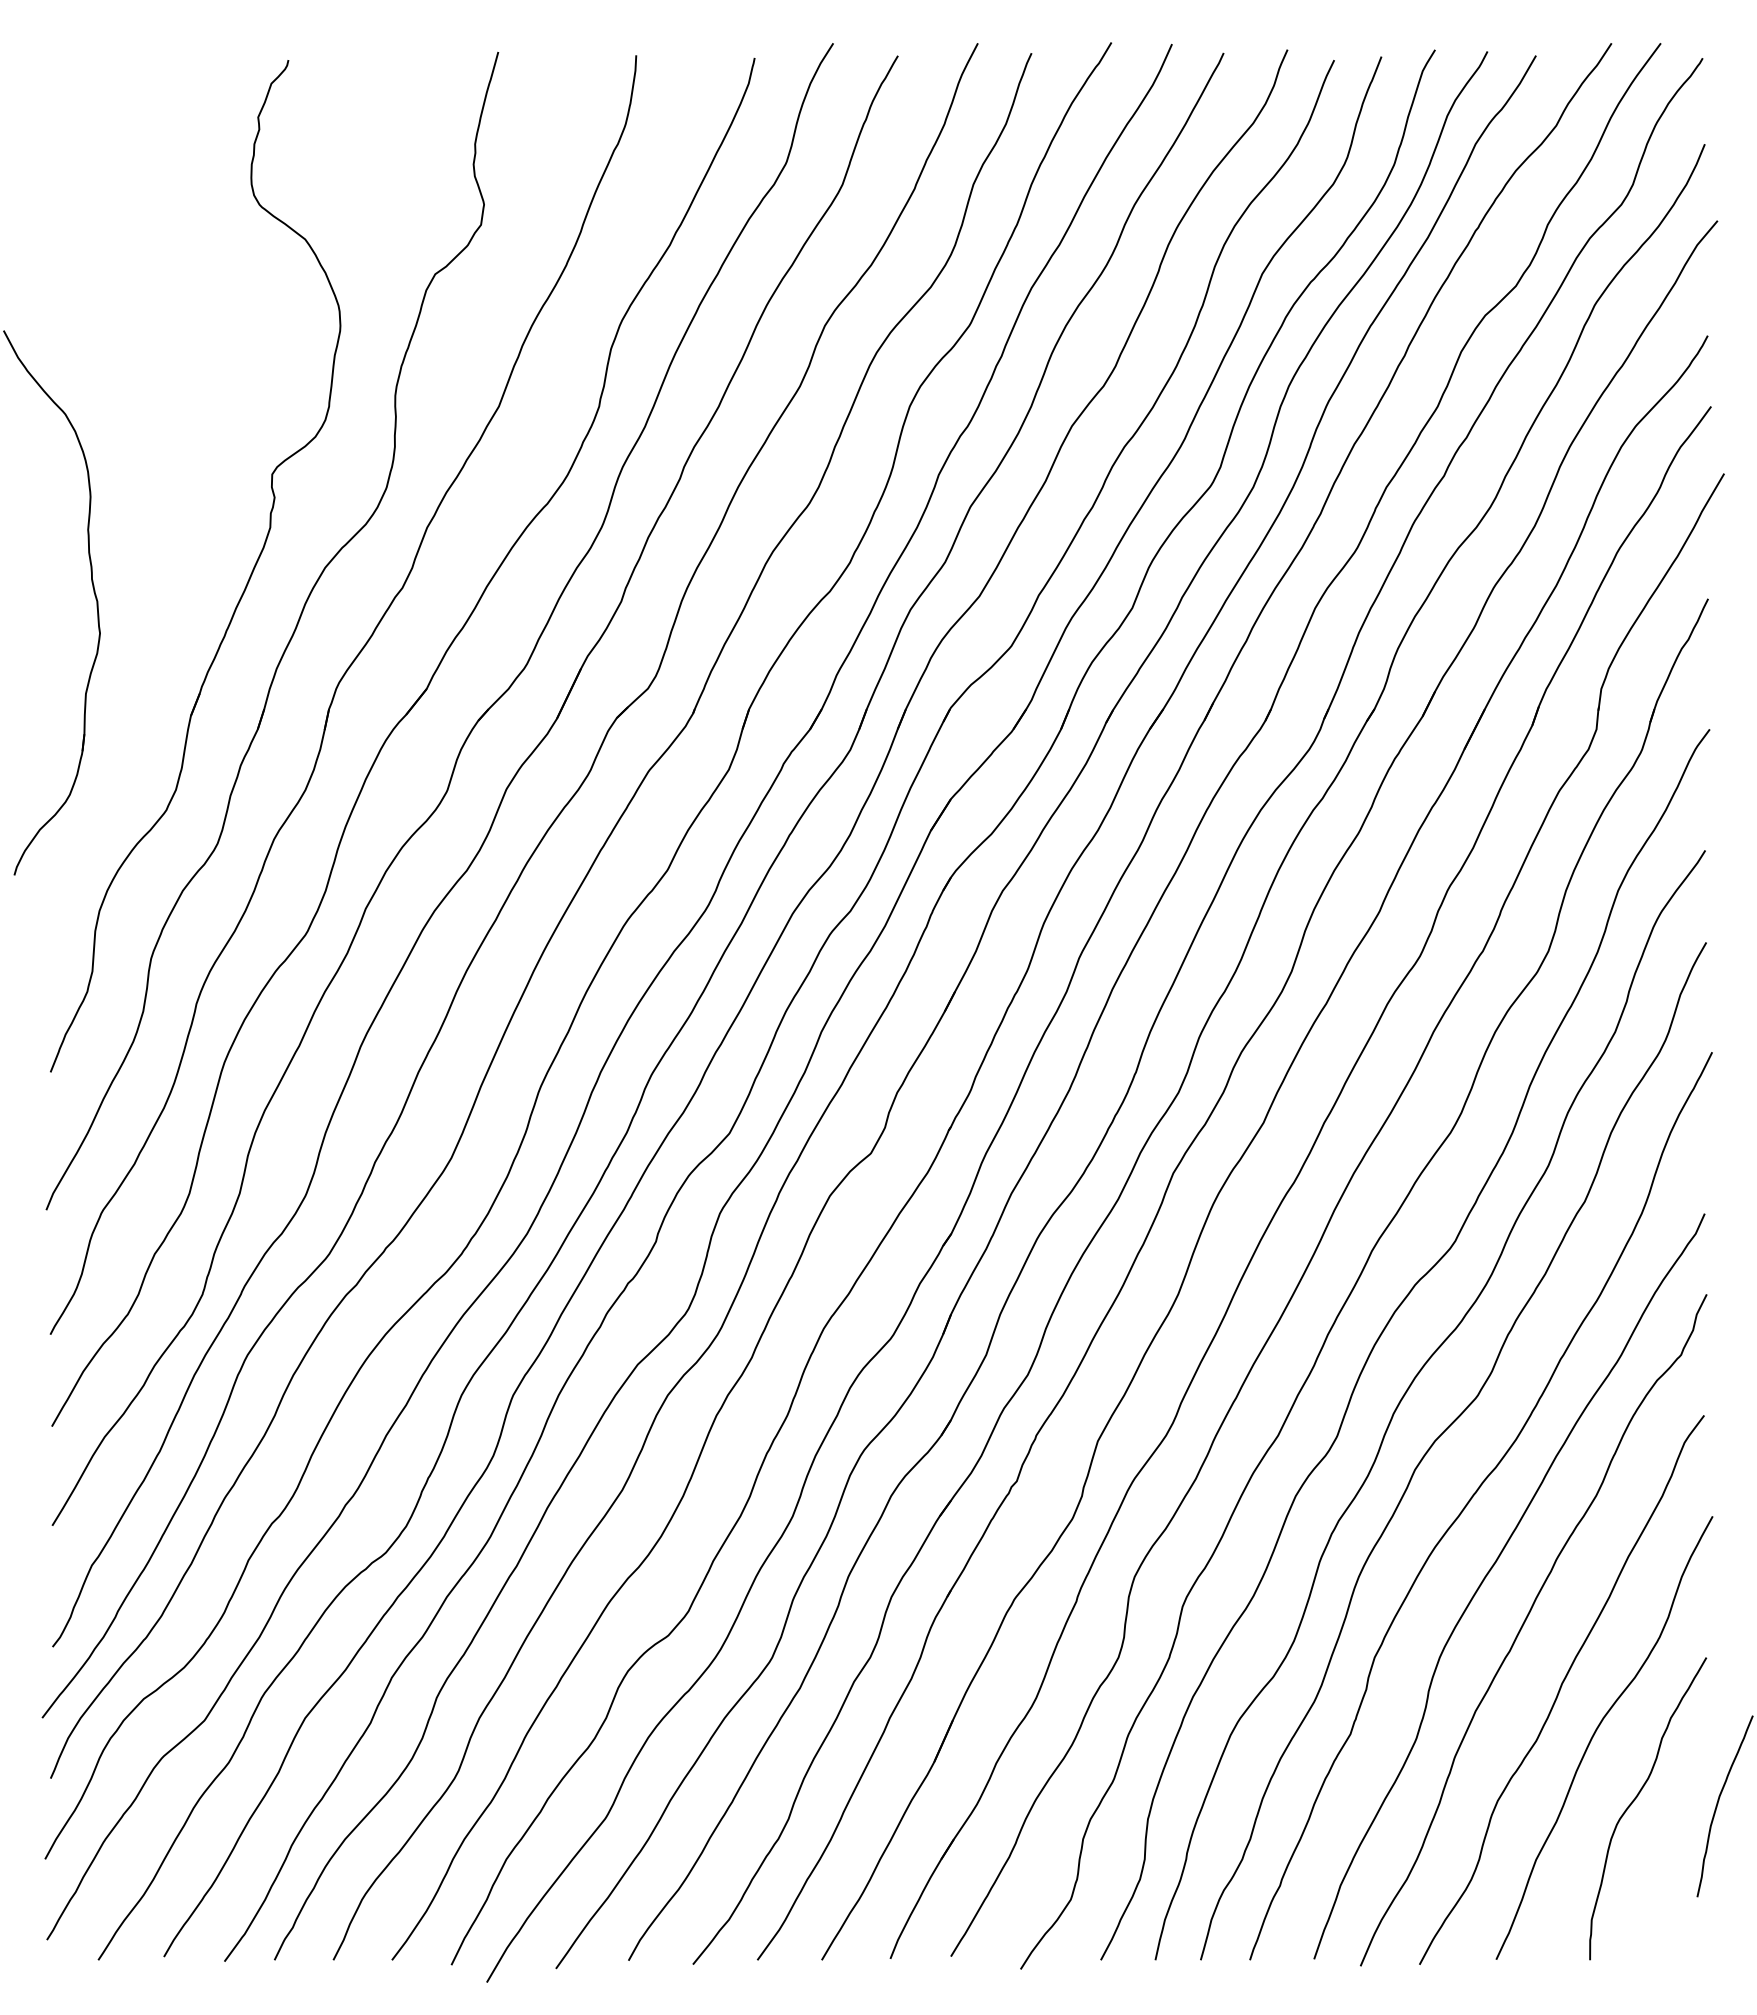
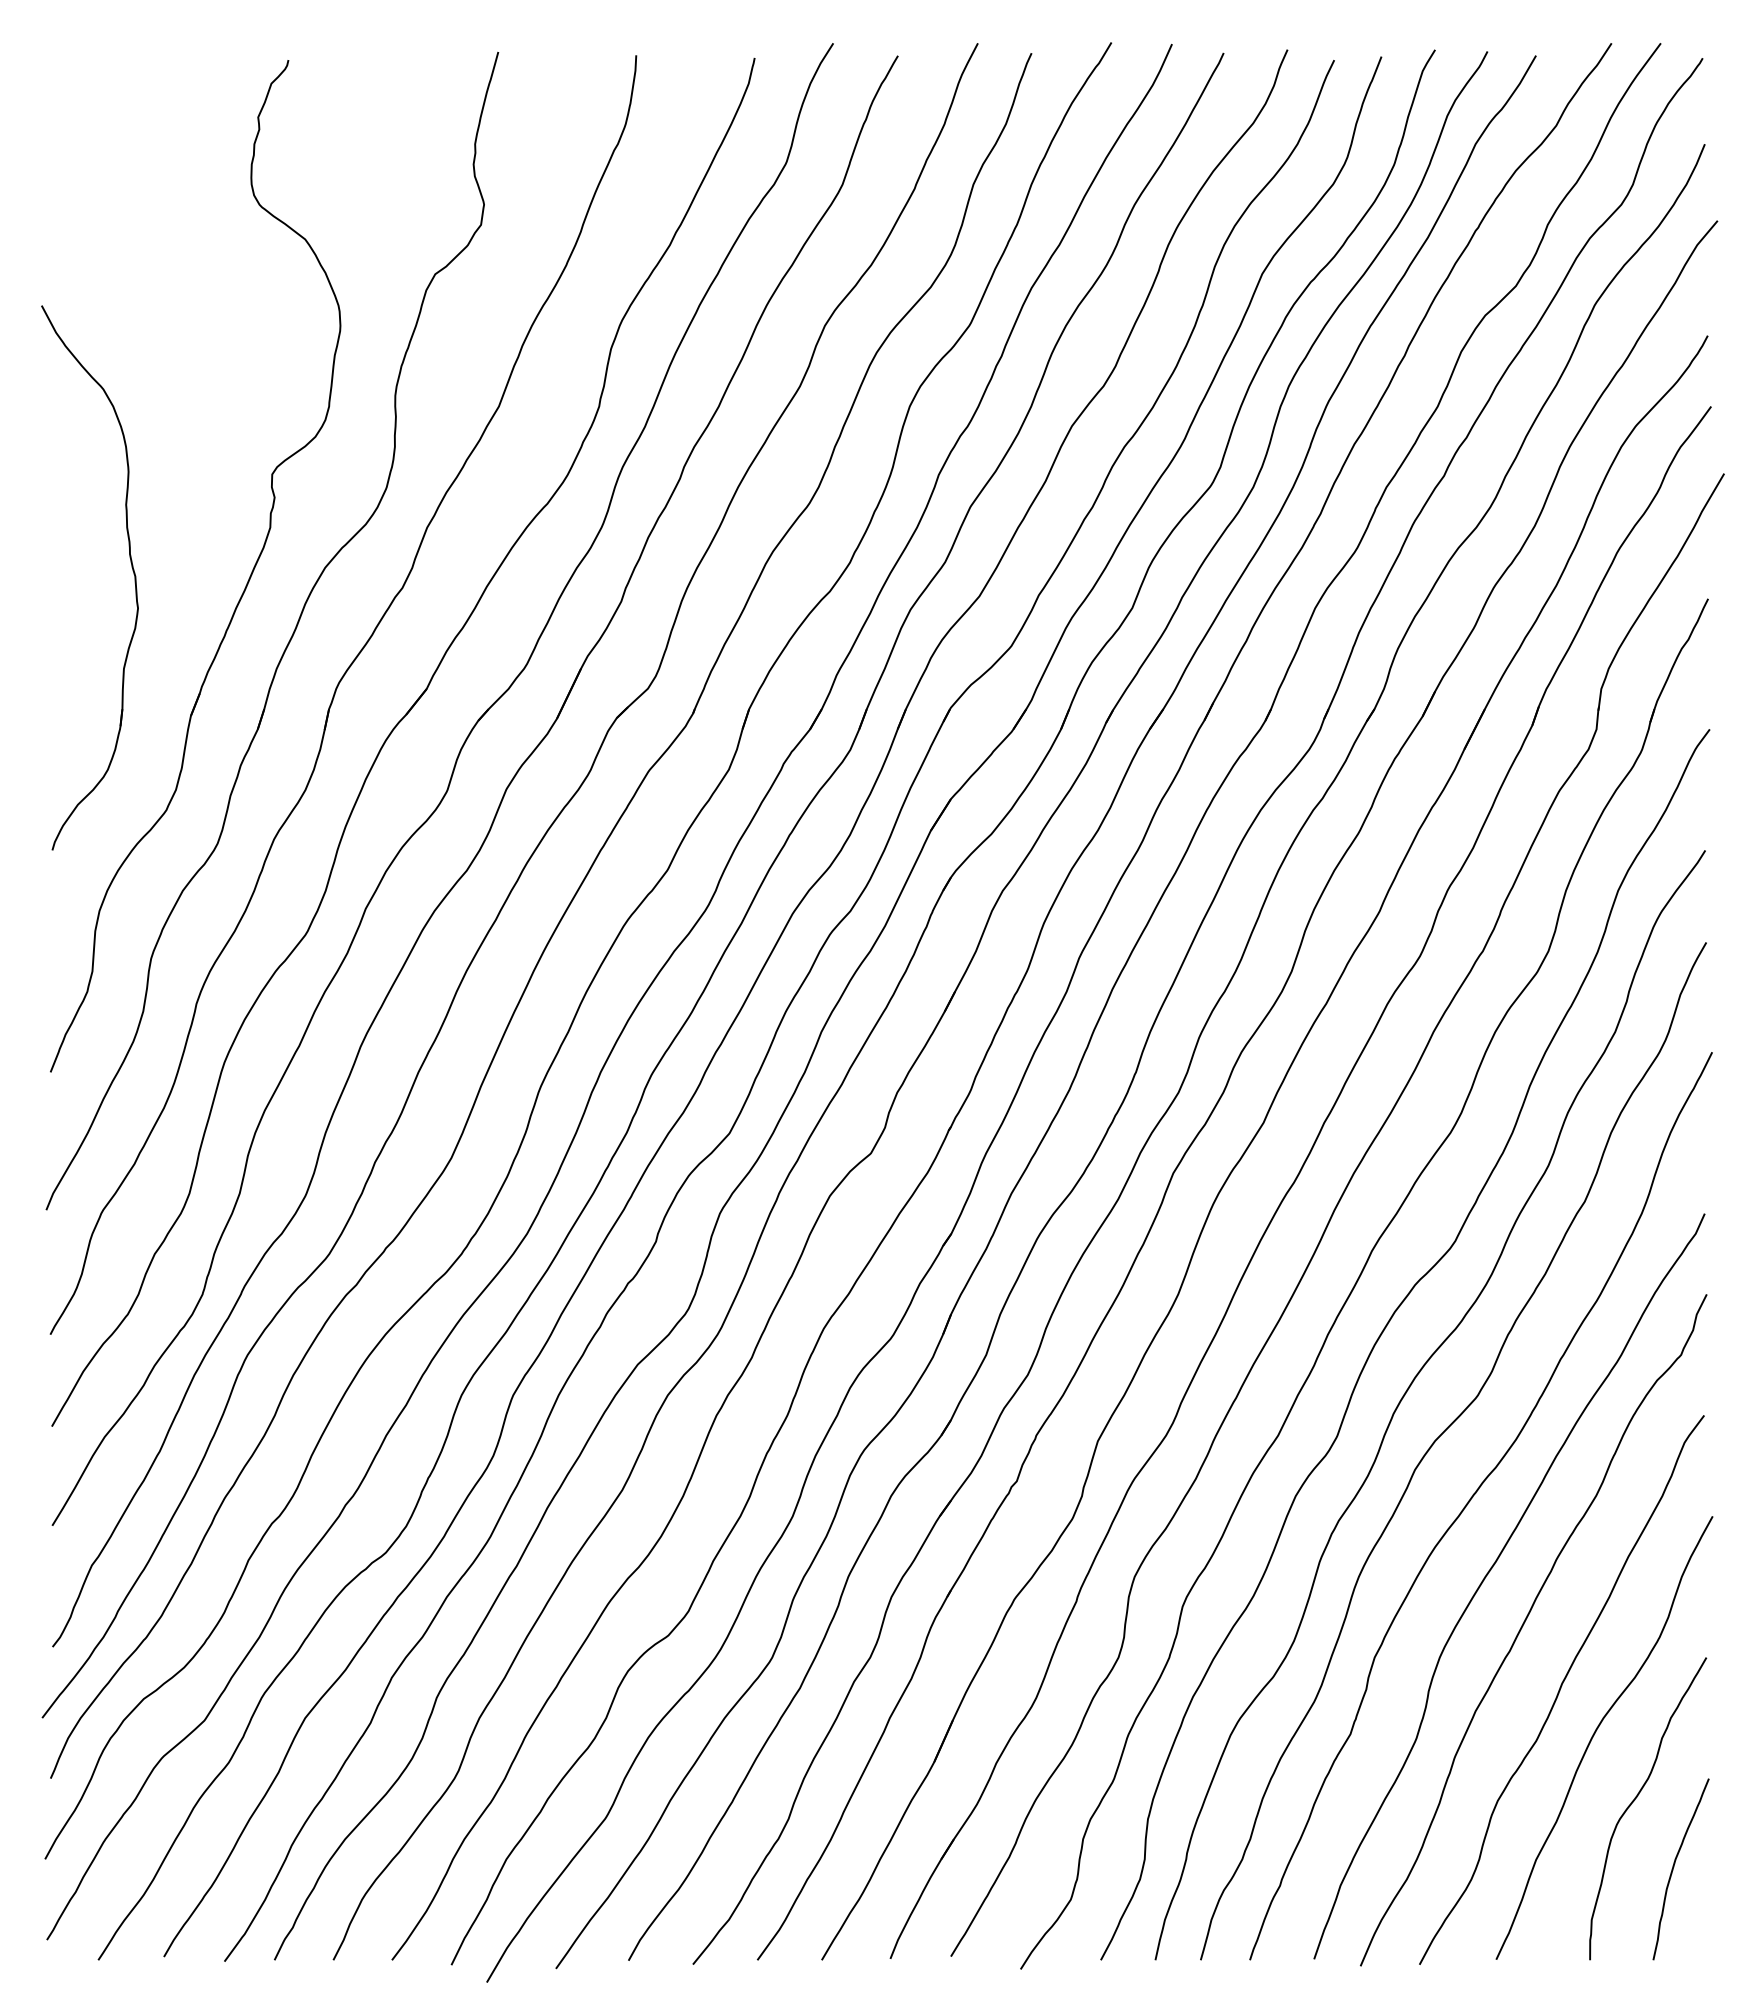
part at (93, 592) position: (93, 592) -> (131, 567)
curve at (1718, 1804) position: (1718, 1804) -> (1674, 1867)
